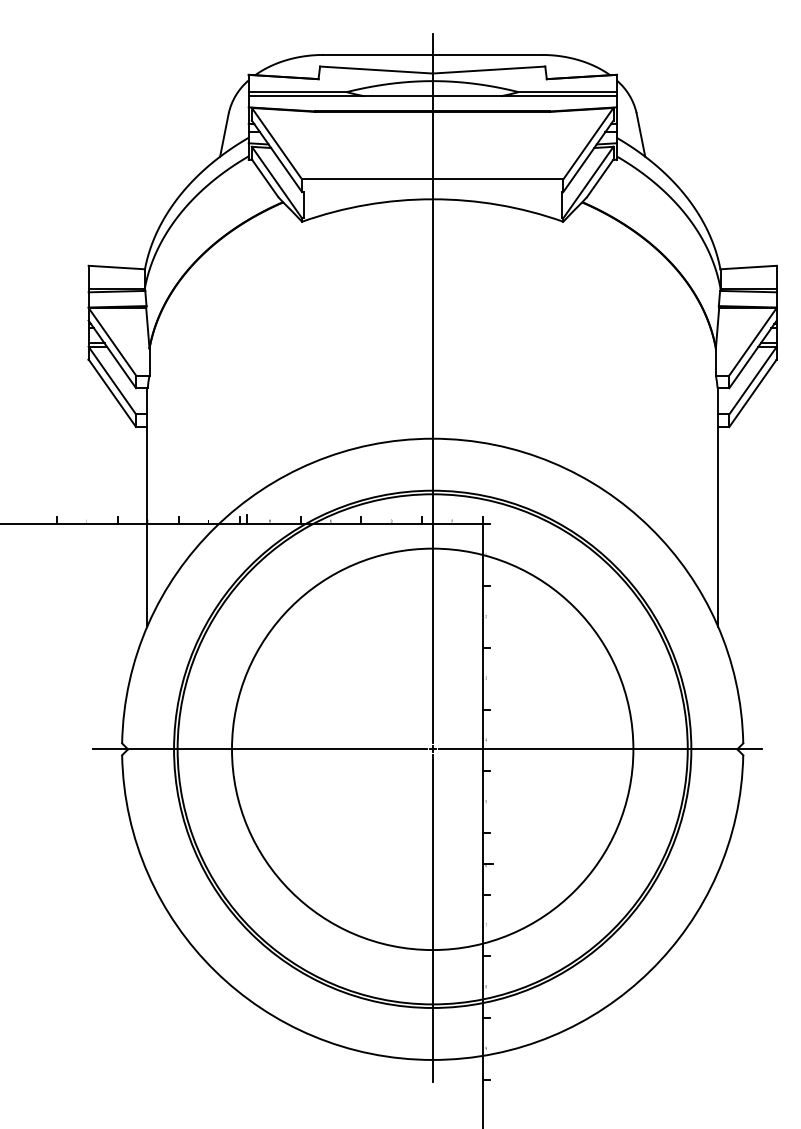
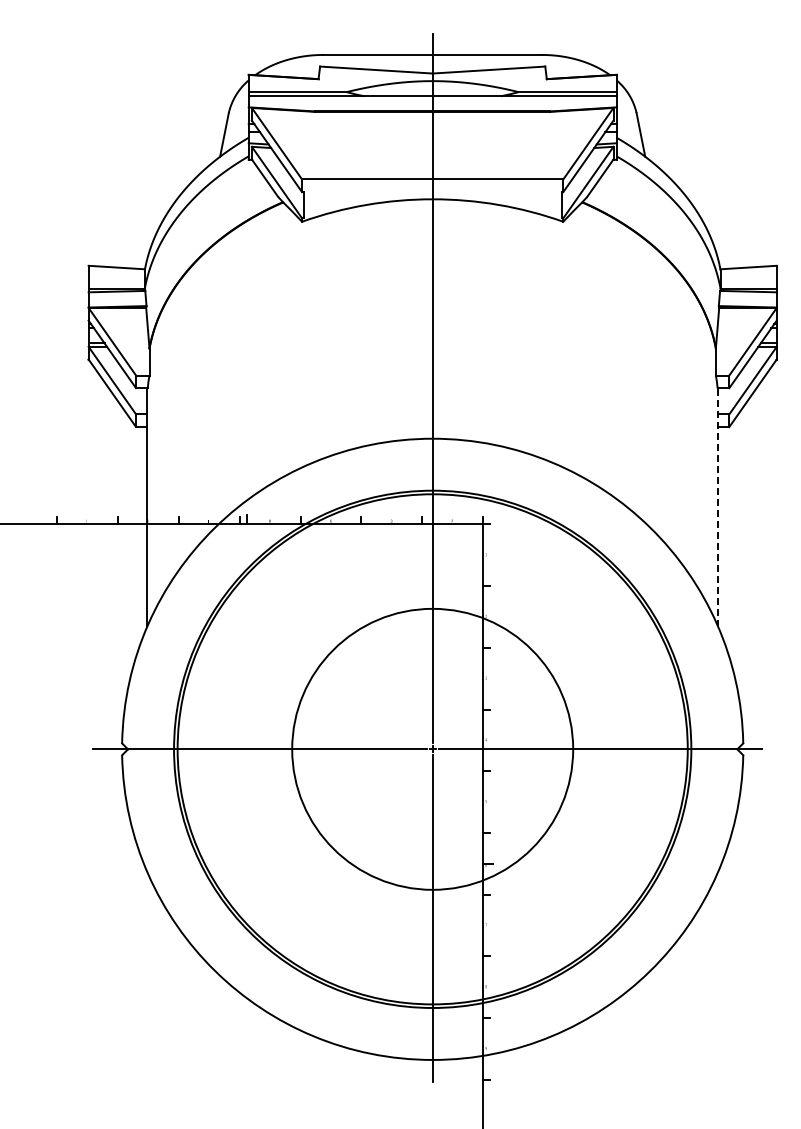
line at (718, 507): solid -> dashed
circle at (432, 749) diameter: 401 px -> 281 px
